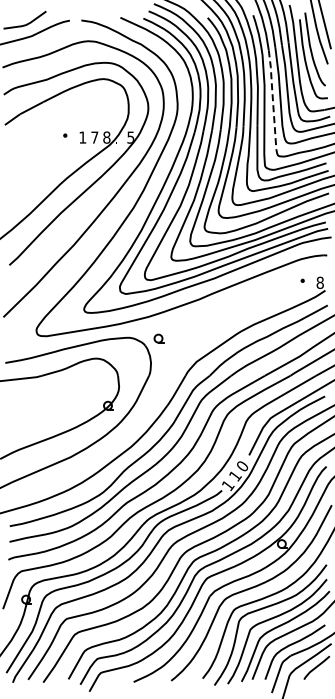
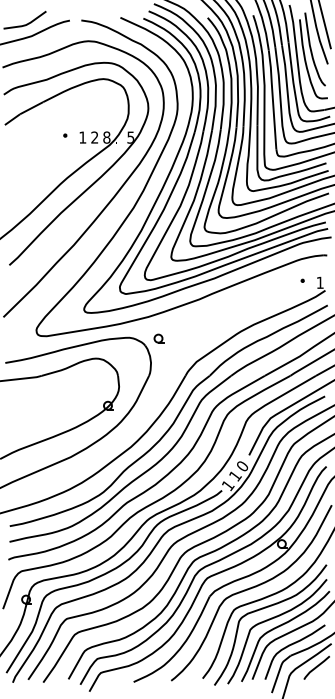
line at (272, 98): dashed -> solid
text at (94, 137): 7 -> 2
text at (319, 282): 8 -> 1
